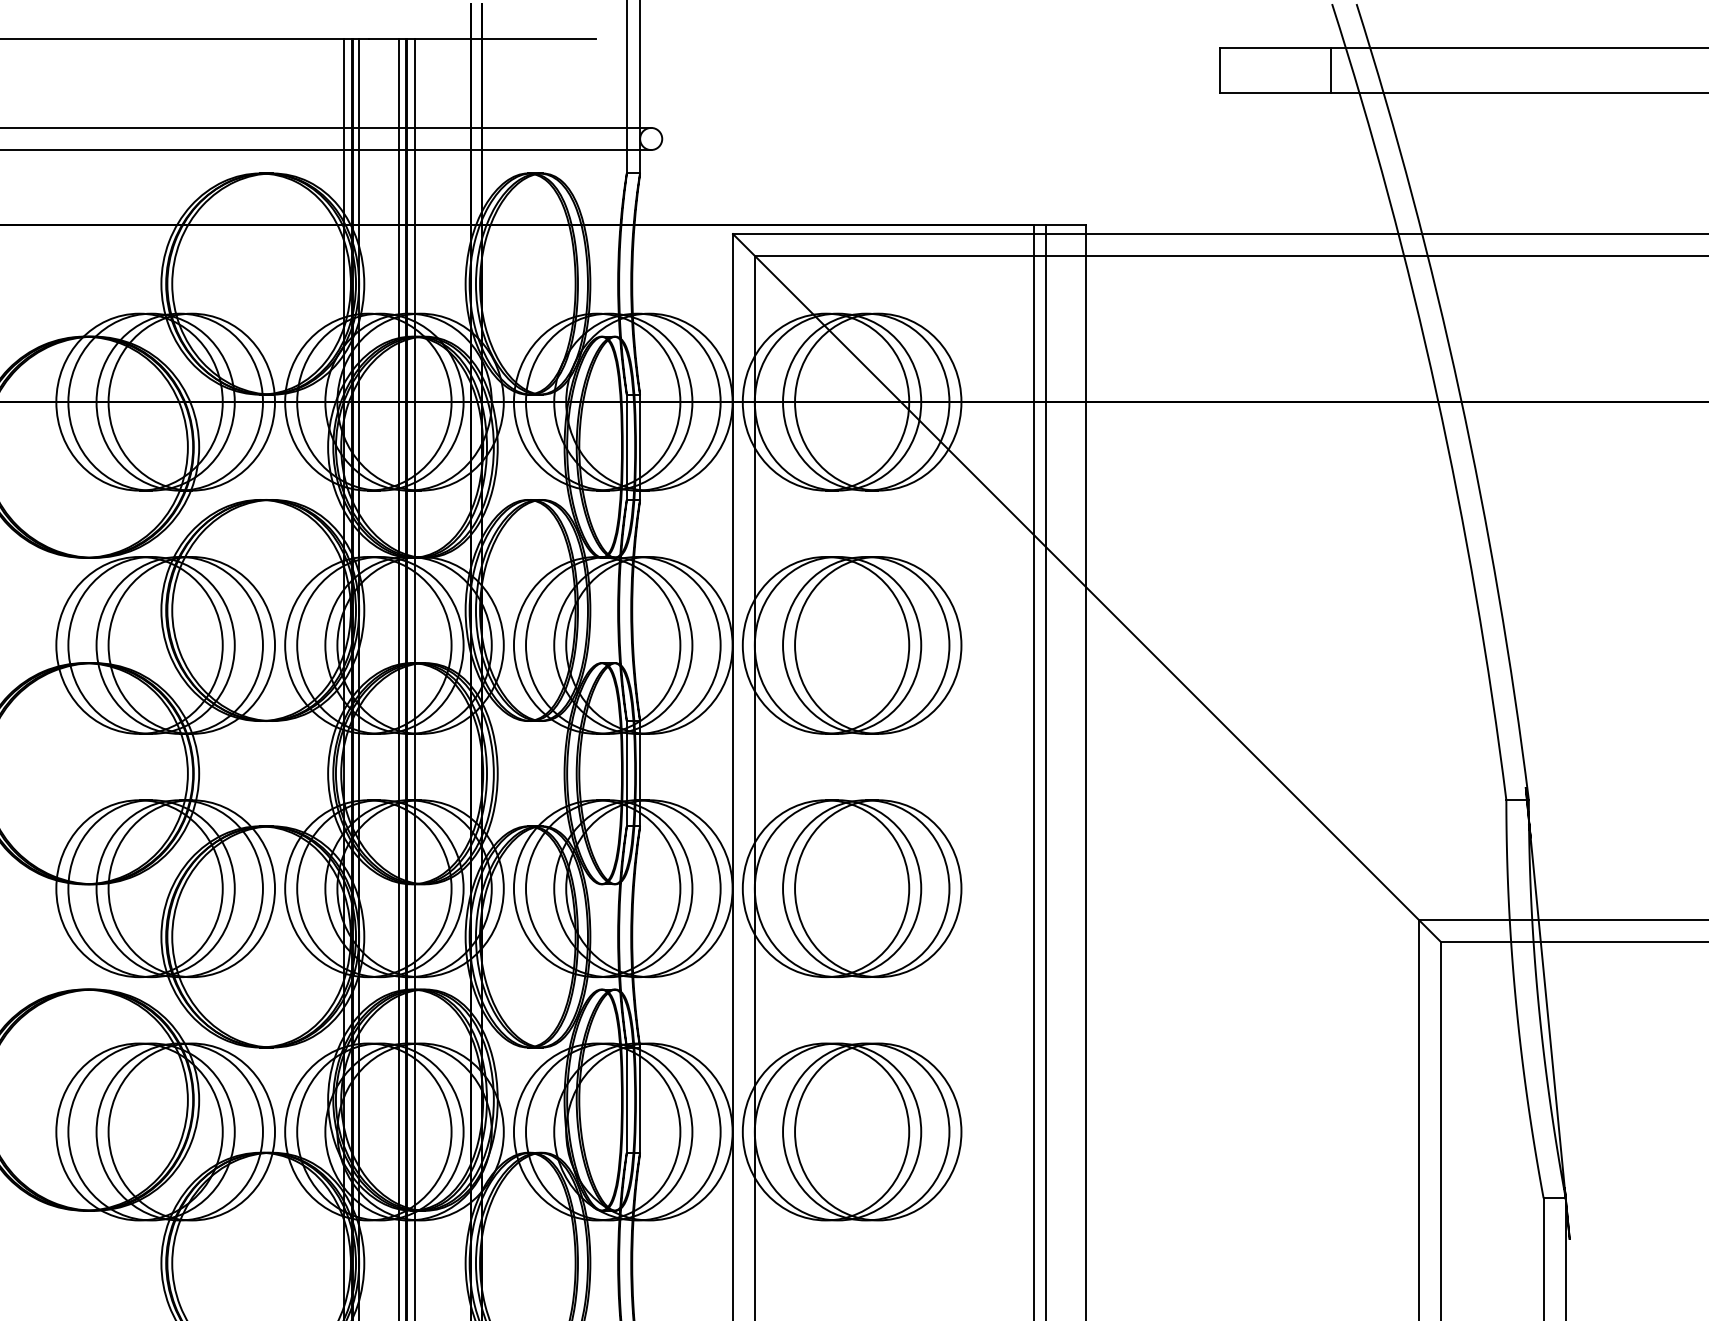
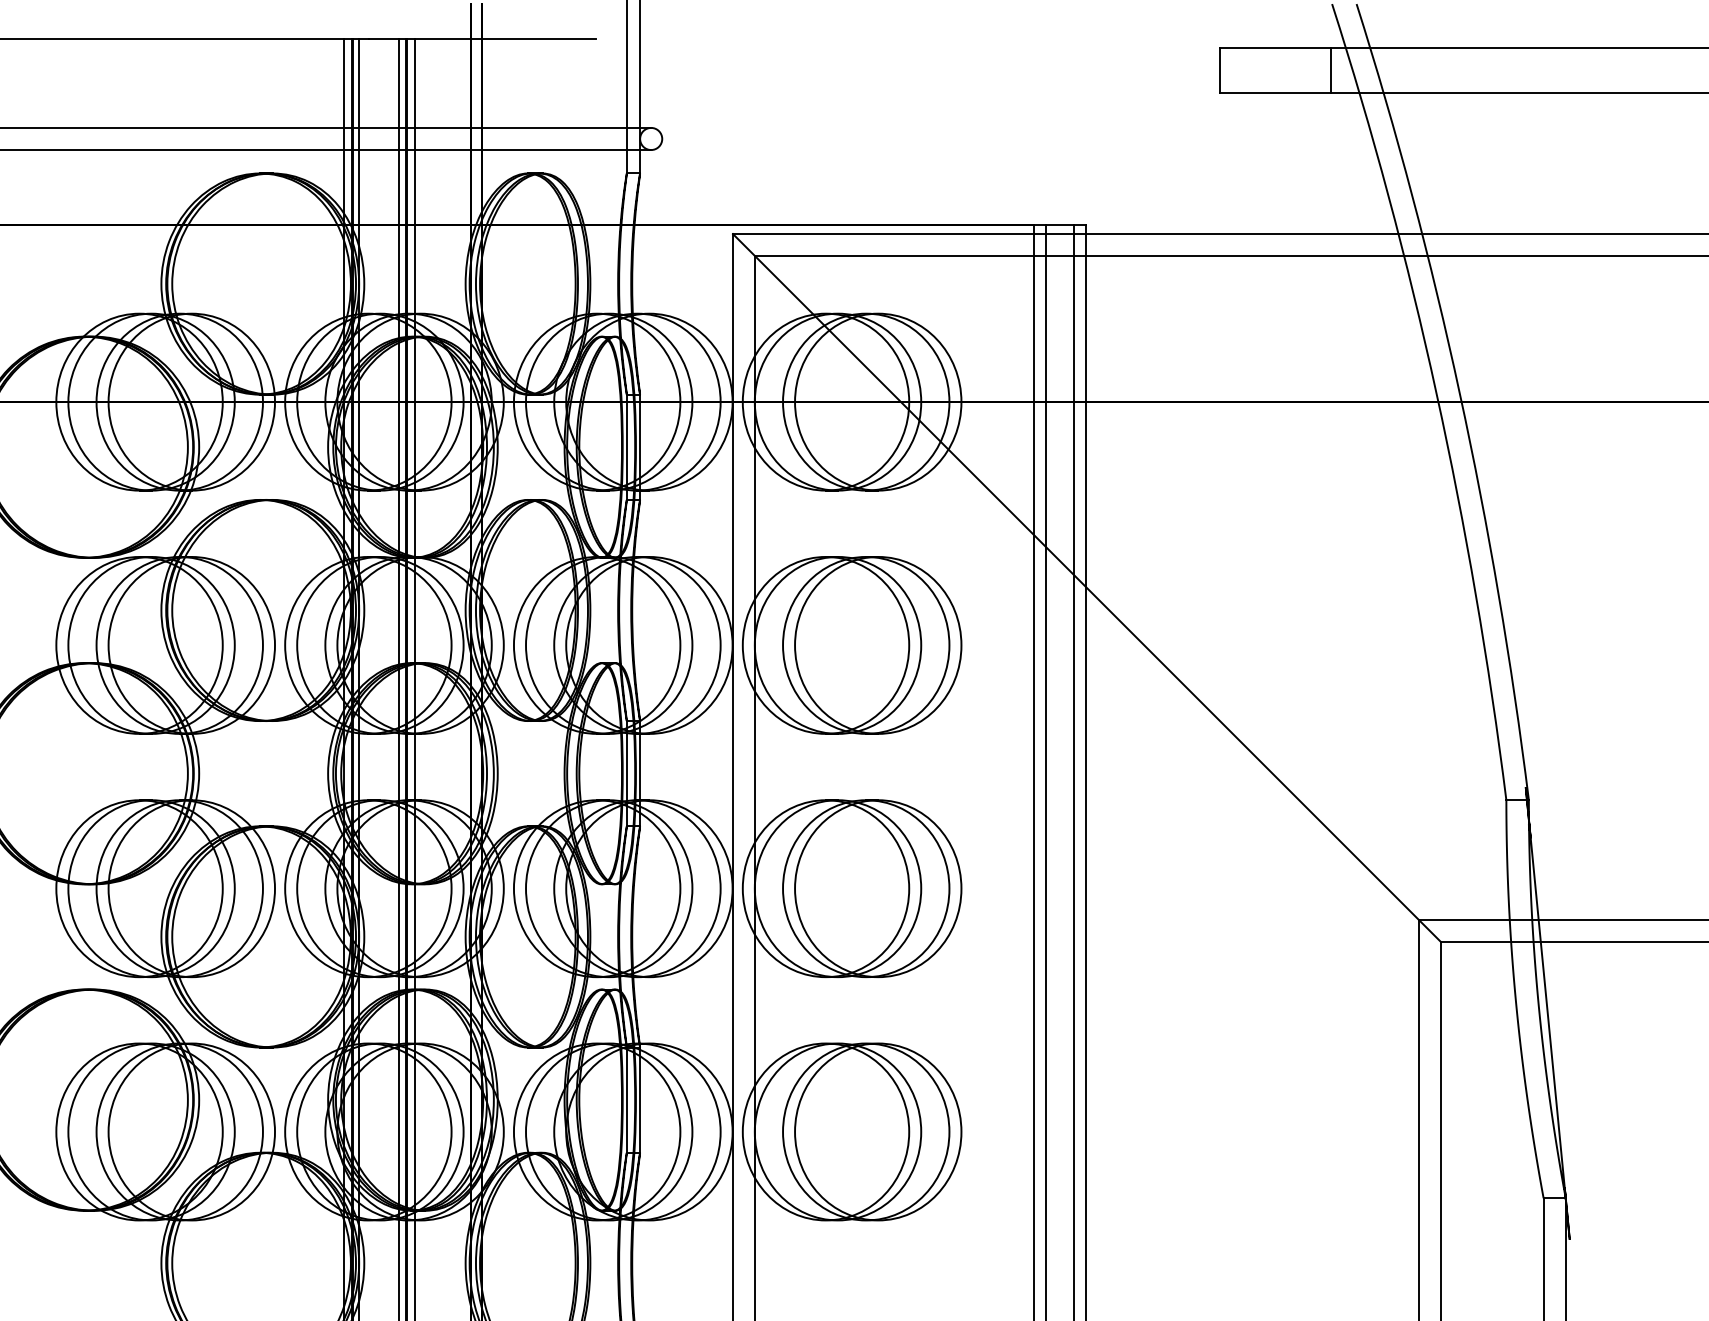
line at (1074, 771): none -> present
